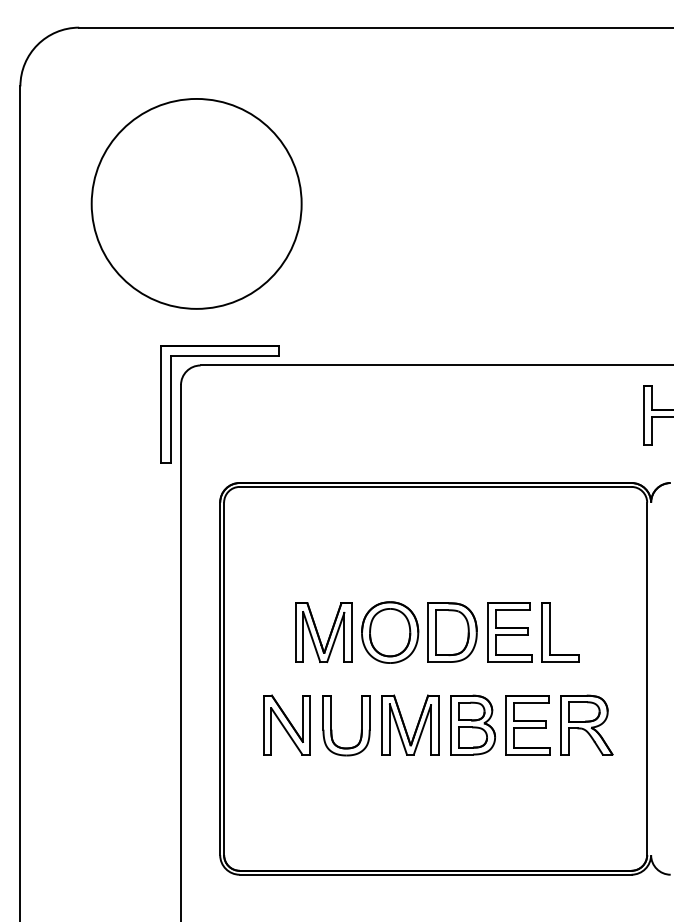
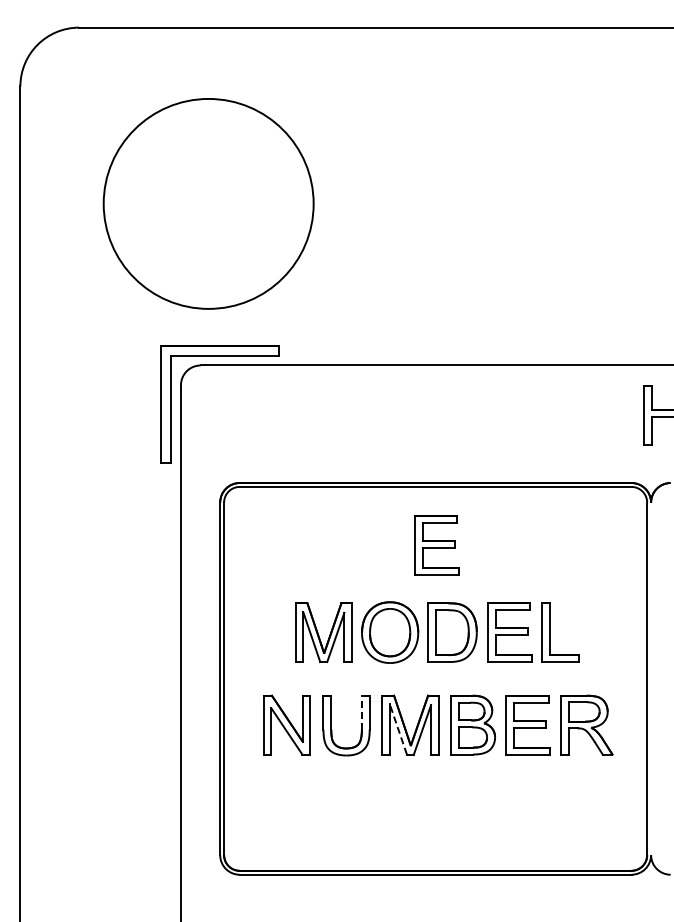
part at (196, 203) position: (196, 203) -> (208, 203)
part at (436, 545): none -> present
line at (361, 712): solid -> dashed
line at (398, 729): solid -> dashed
